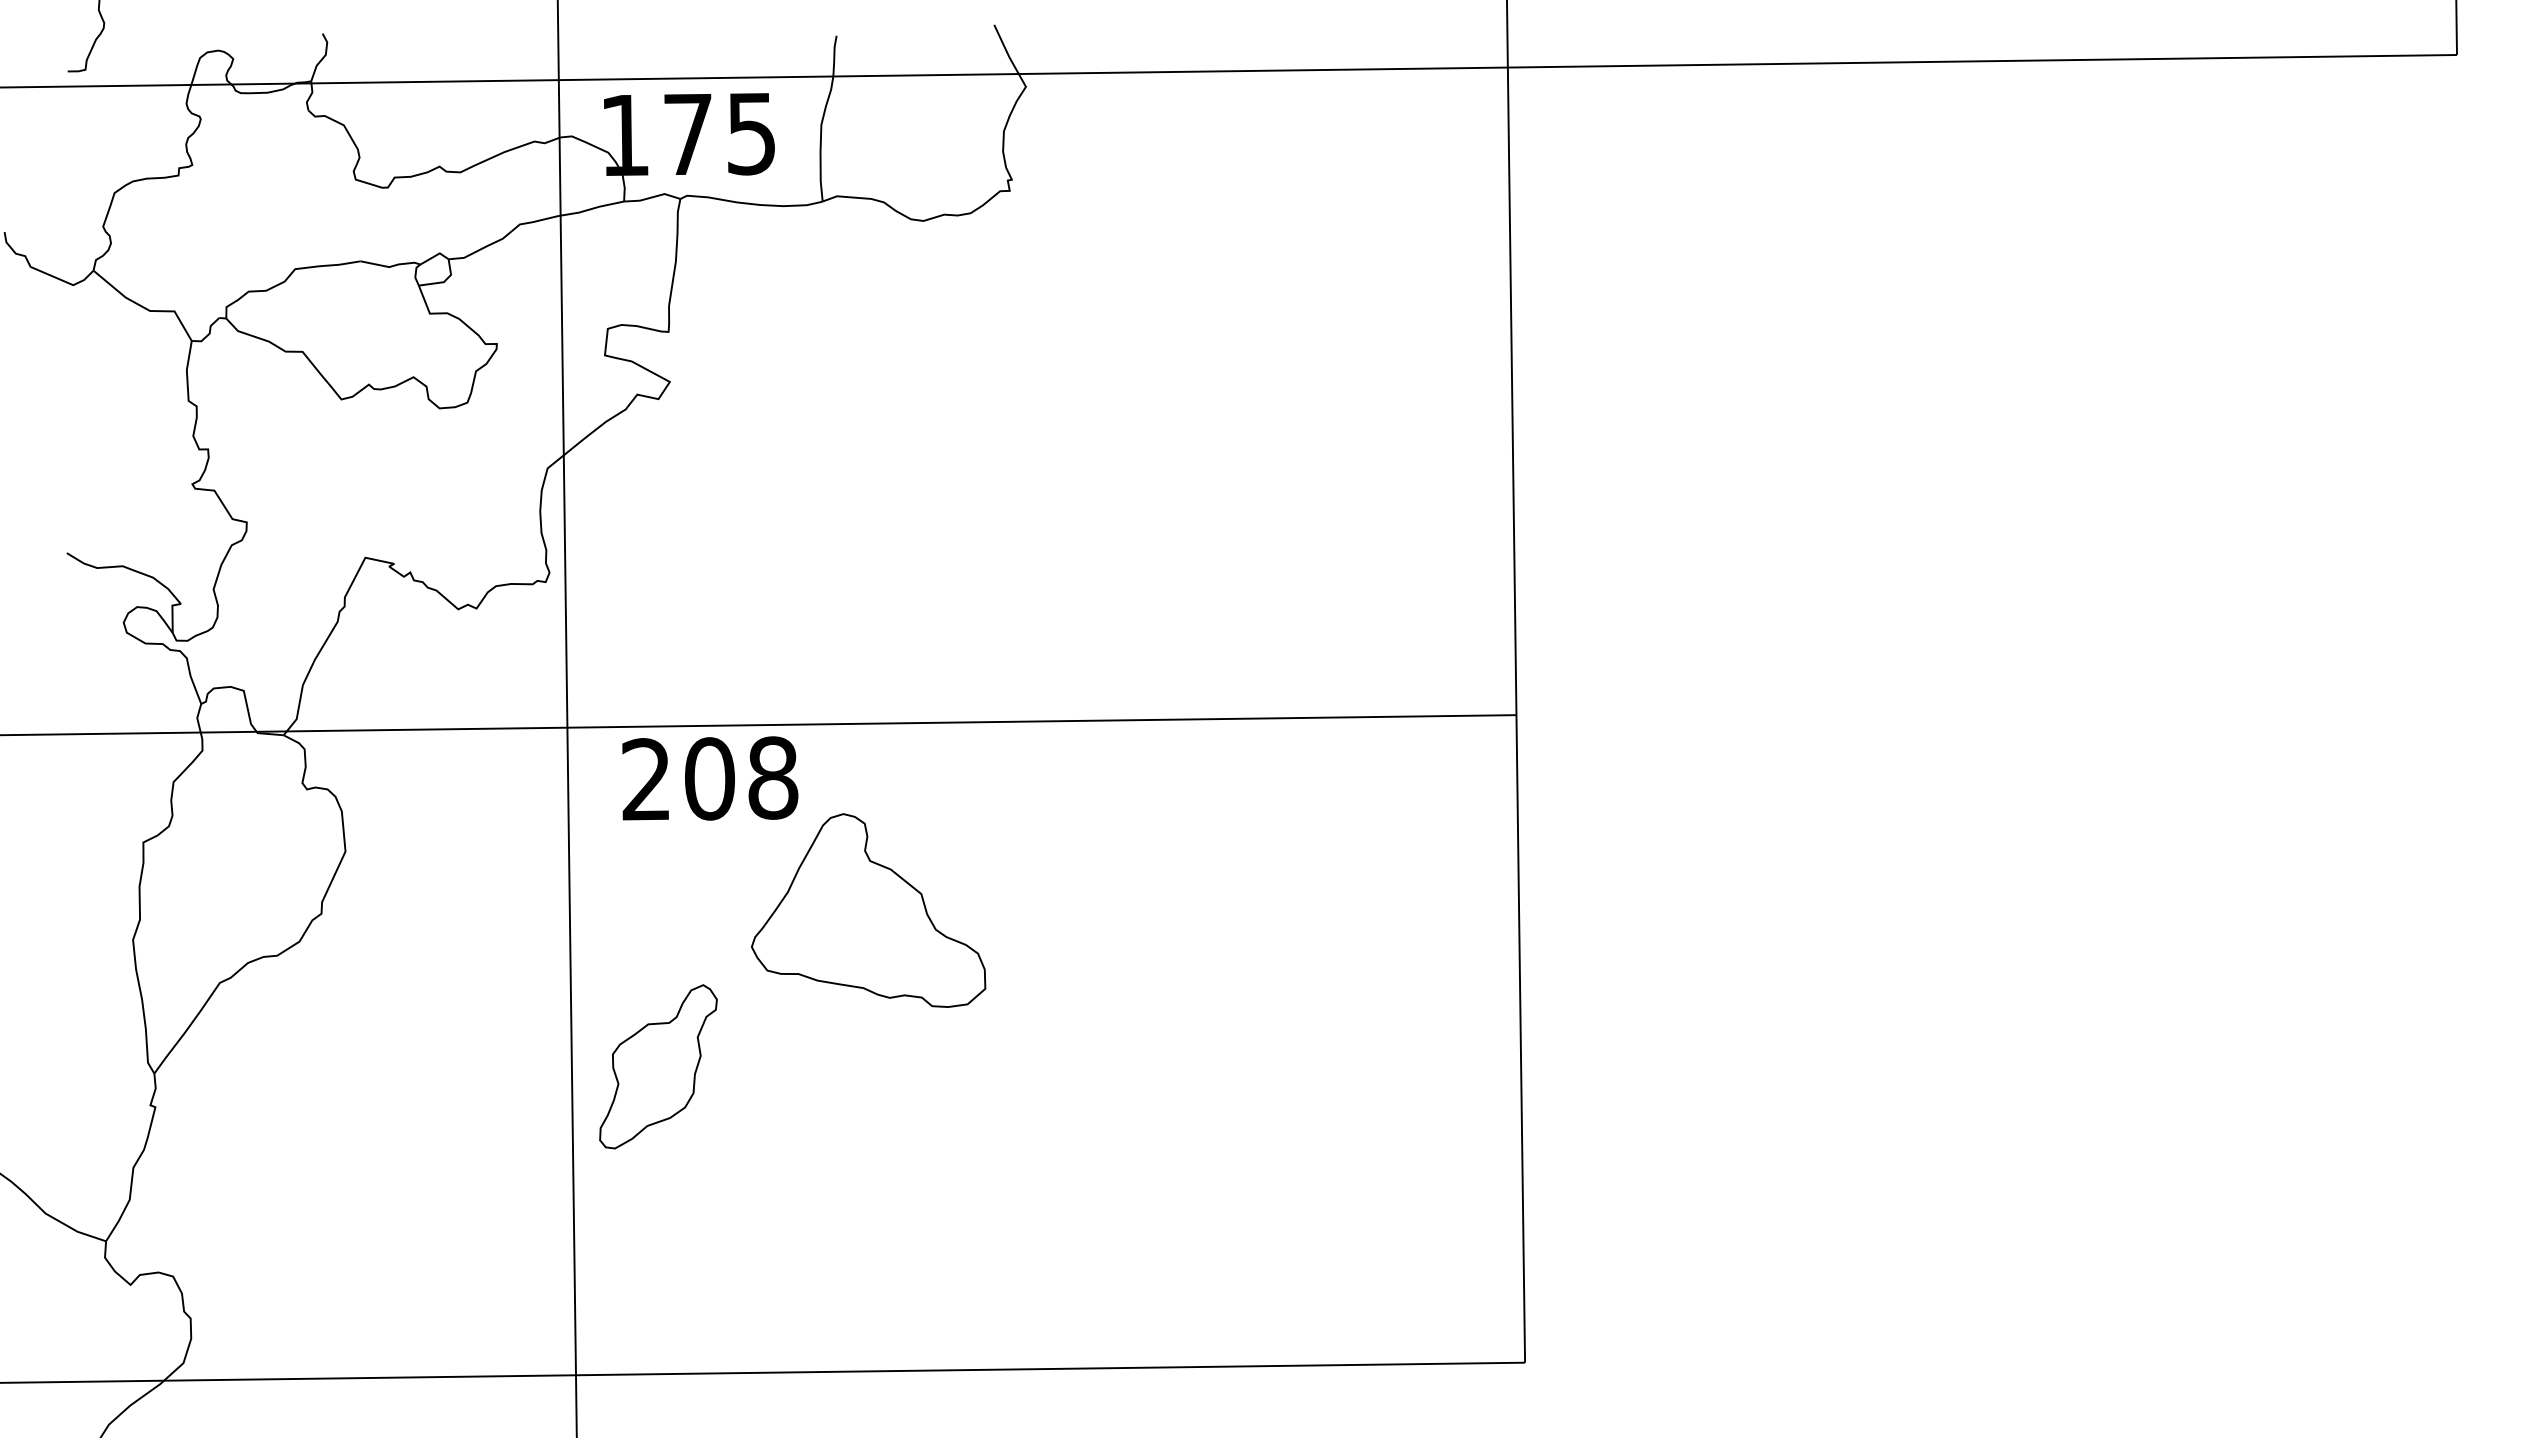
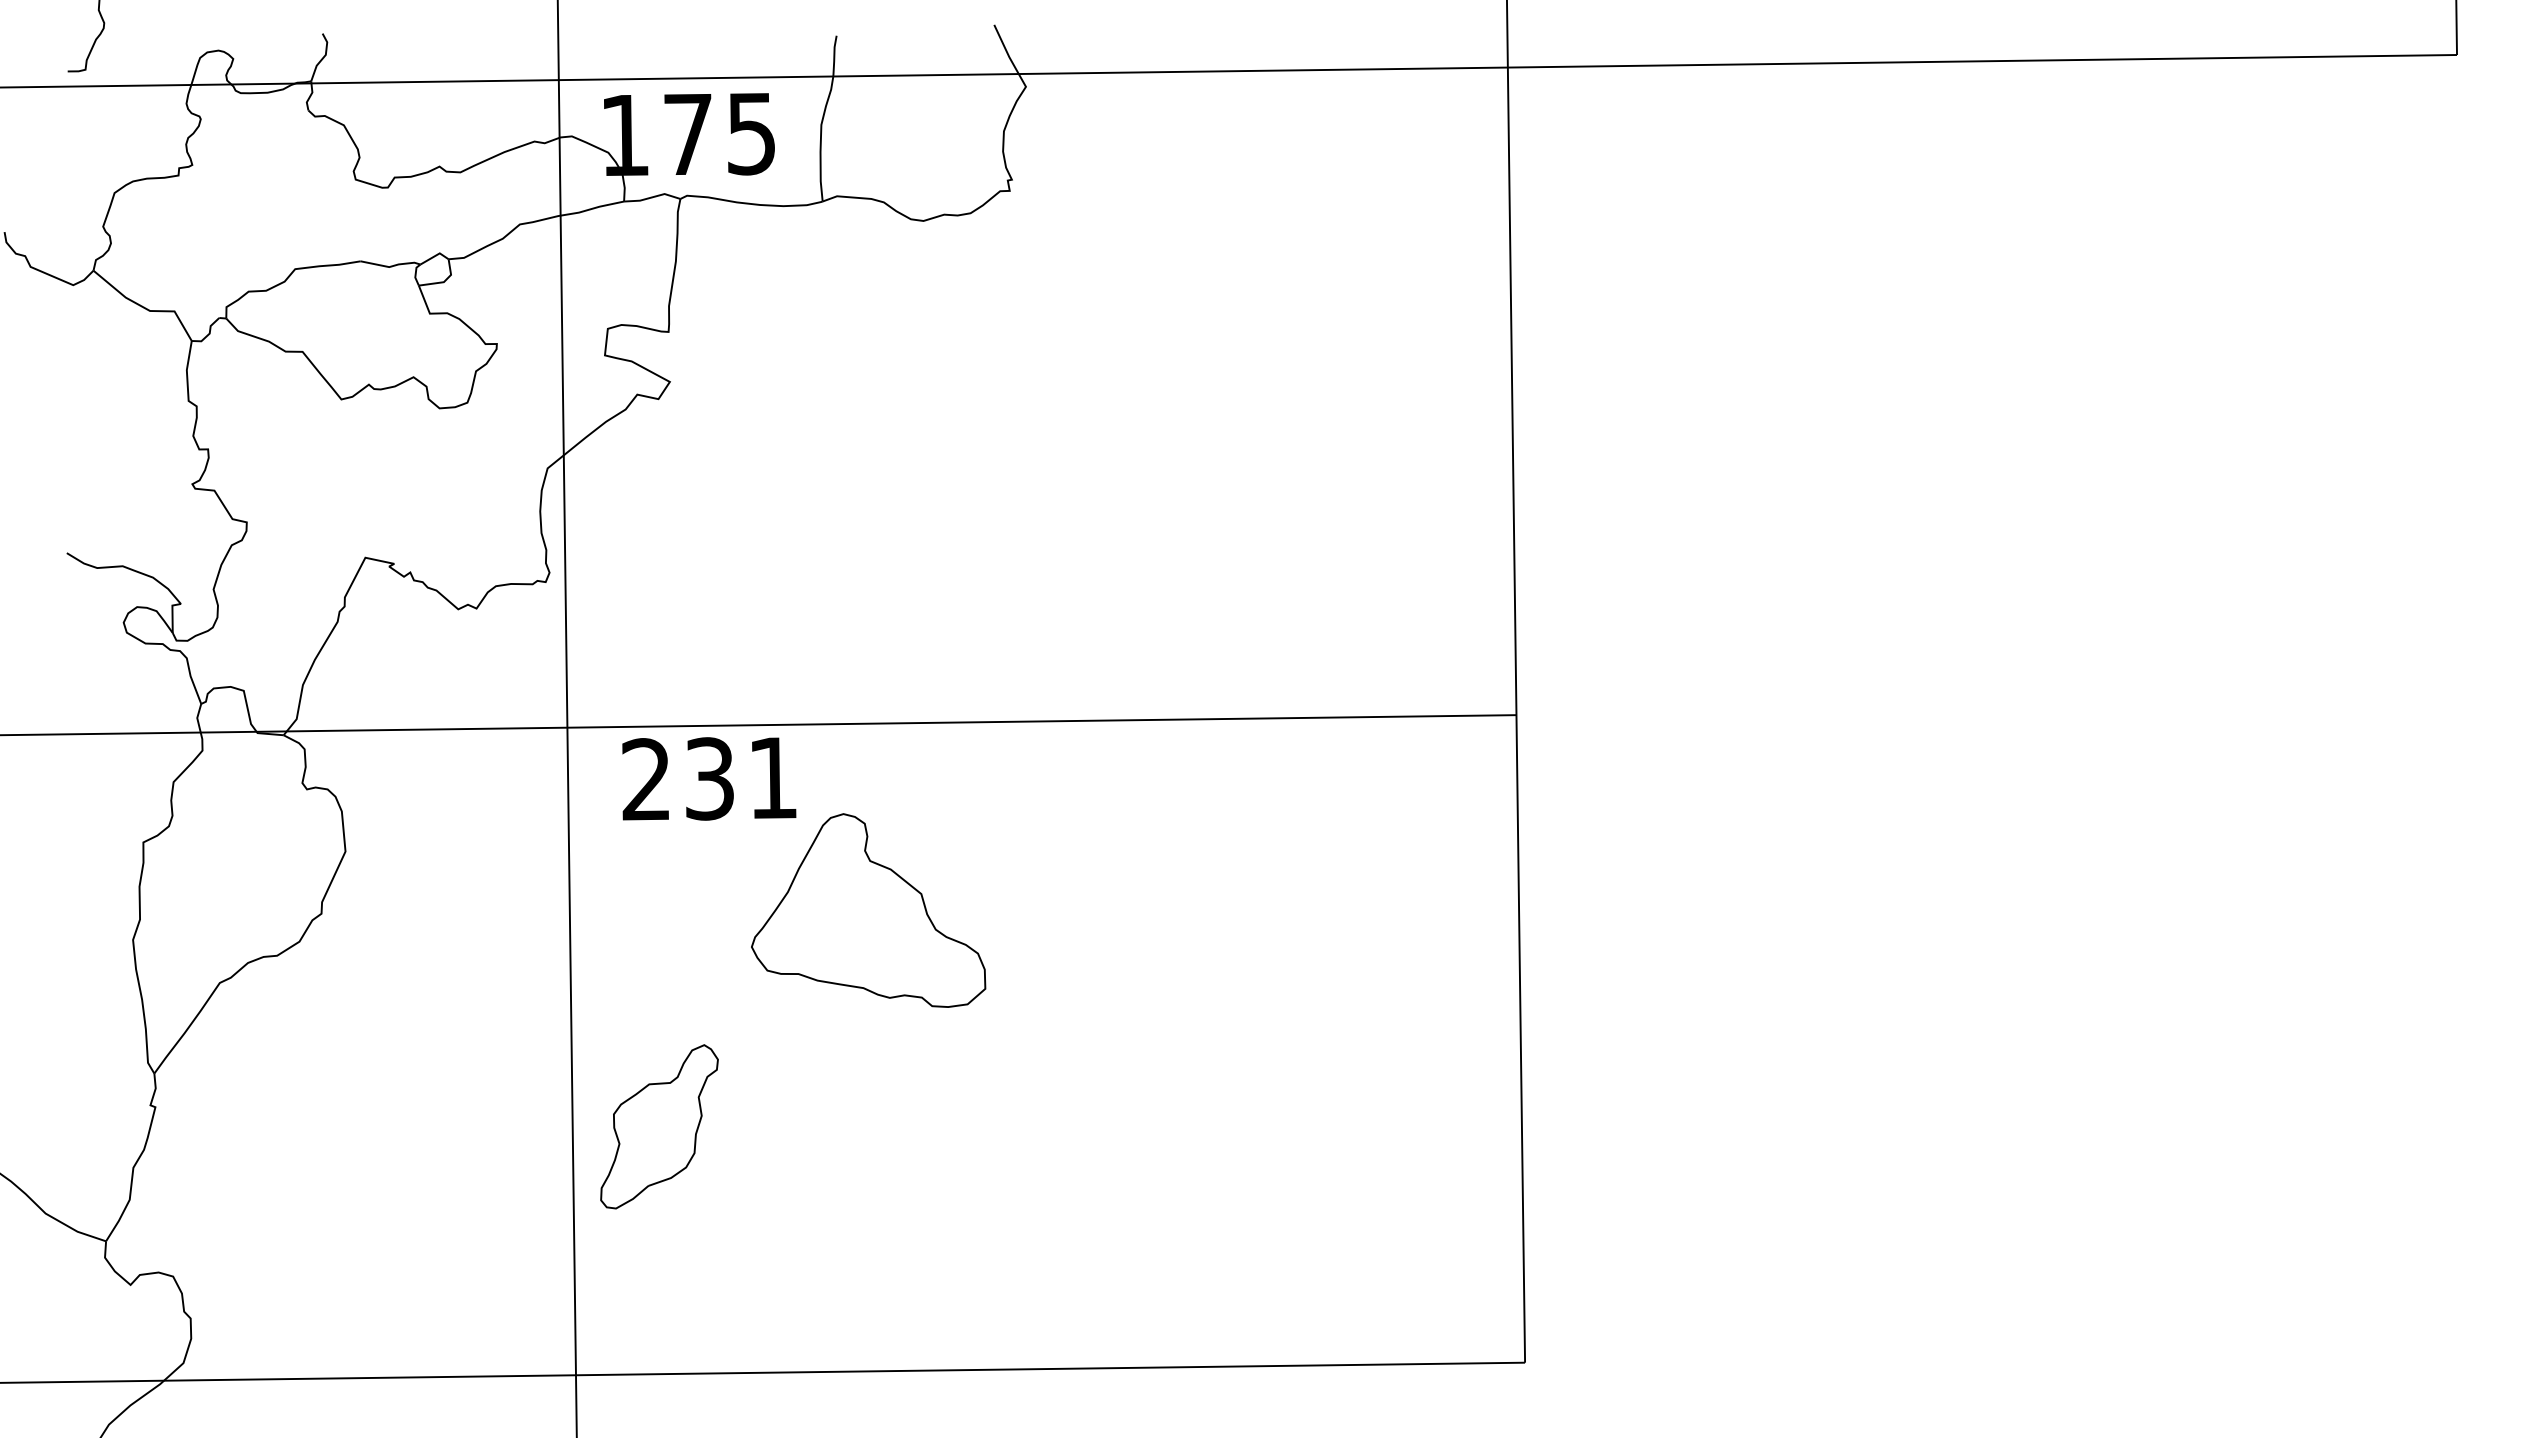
text at (741, 778): 208 -> 231
part at (658, 1066) position: (658, 1066) -> (659, 1126)
